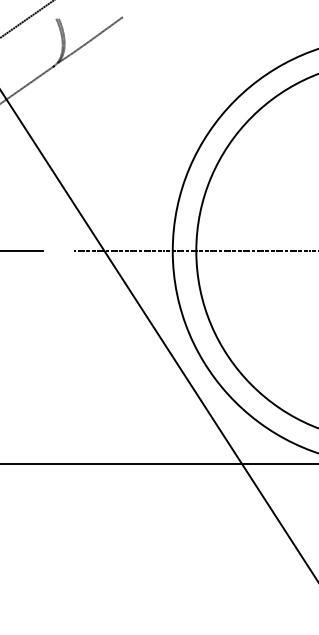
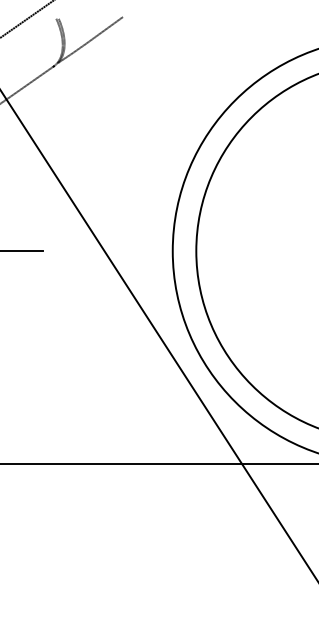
line at (194, 251): present -> none
